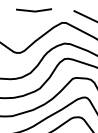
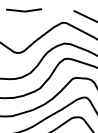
line at (34, 10) position: (34, 10) -> (24, 10)
